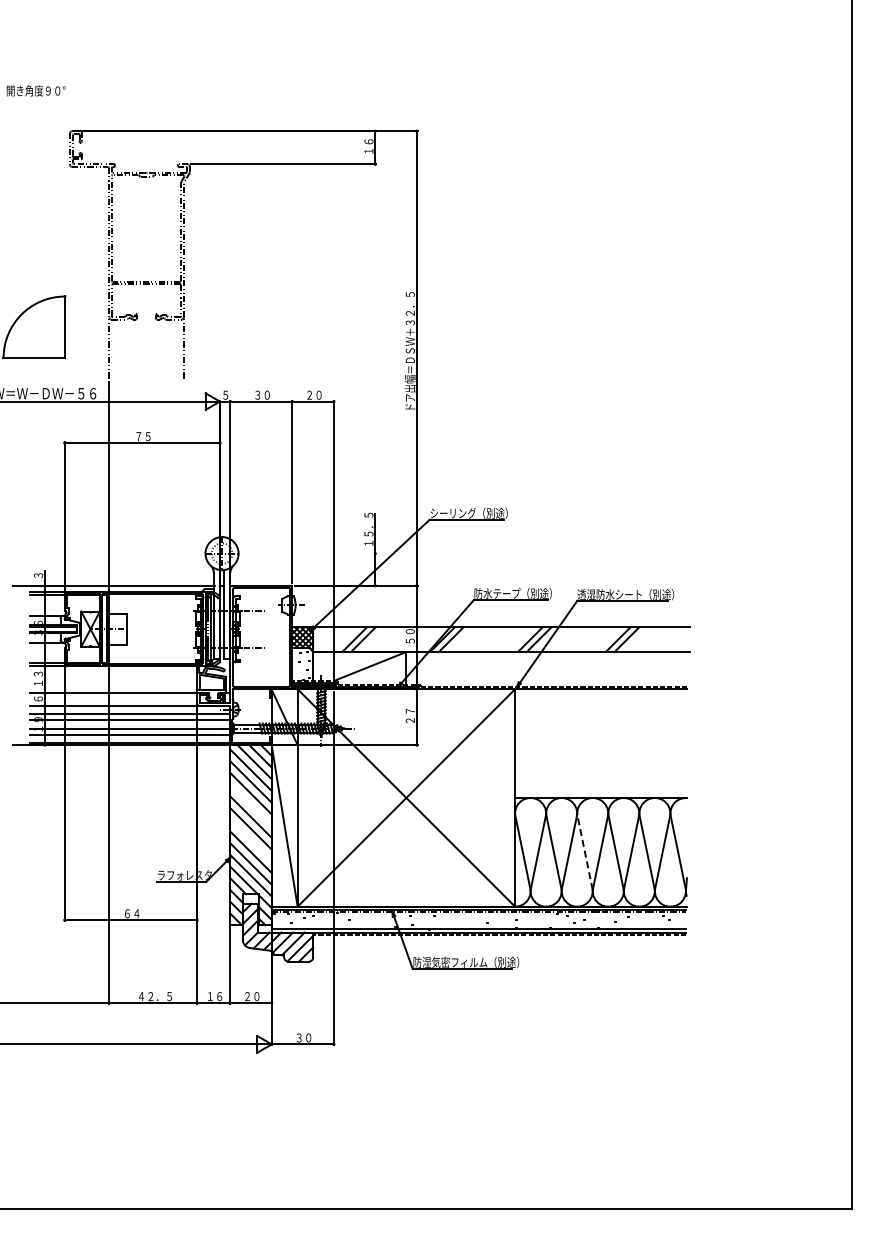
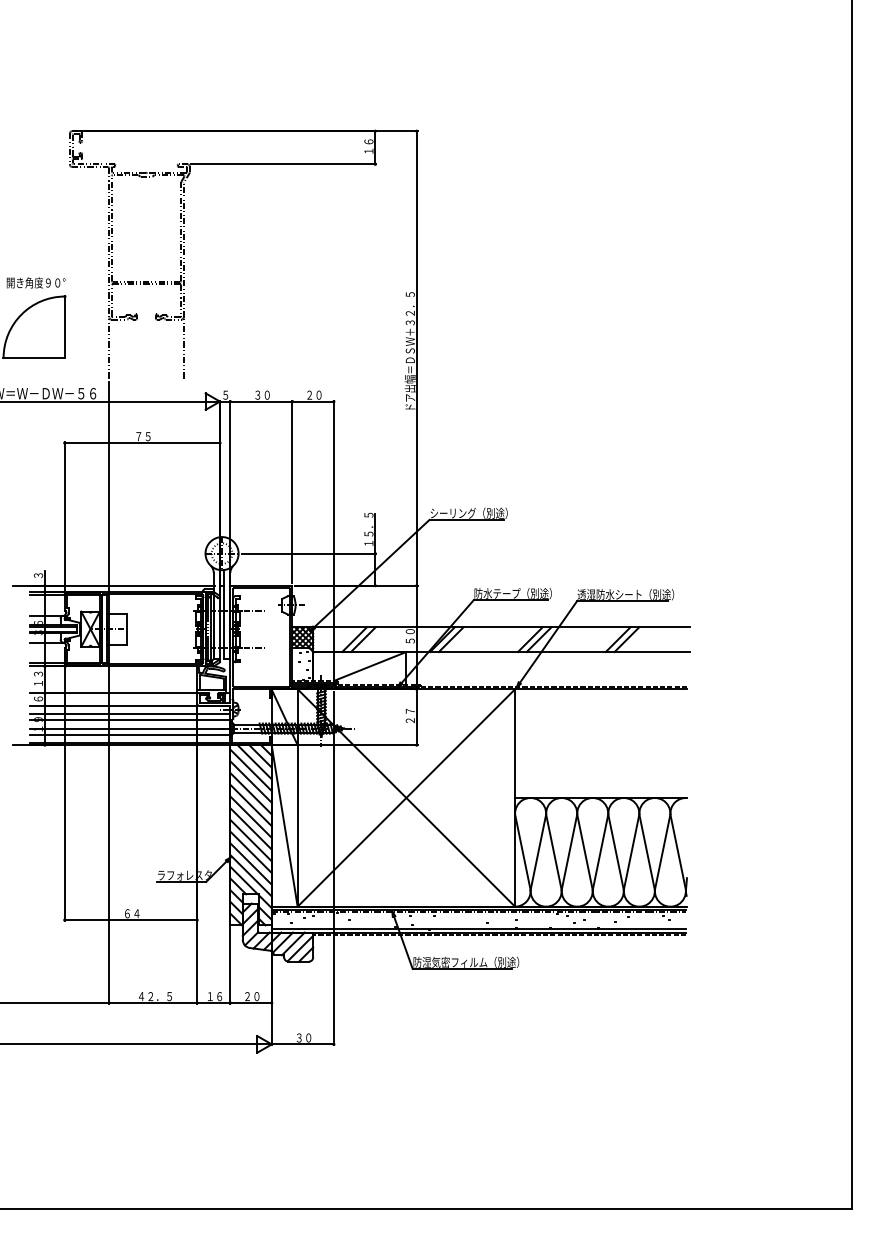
text at (35, 90) position: (35, 90) -> (35, 282)
line at (308, 553): none -> present
line at (250, 805): none -> present
line at (250, 840): none -> present
line at (584, 851): dashed -> solid
